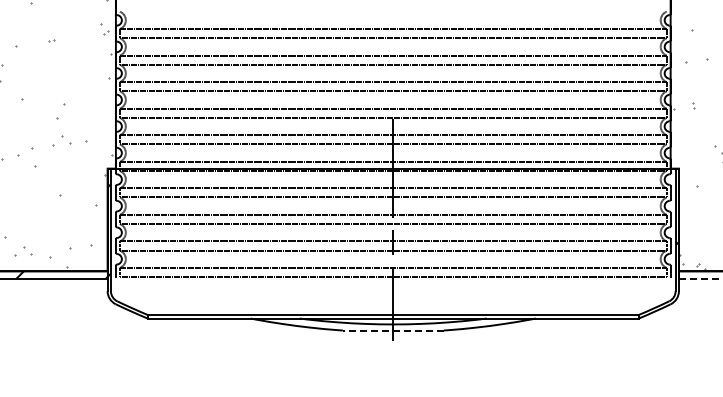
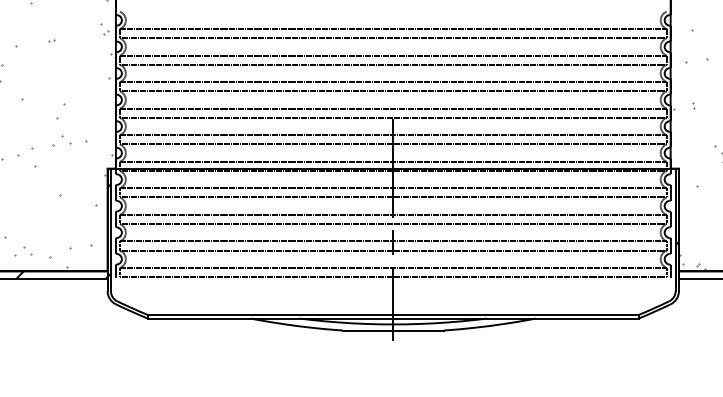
line at (700, 278): dashed -> solid
line at (392, 330): dashed -> solid
